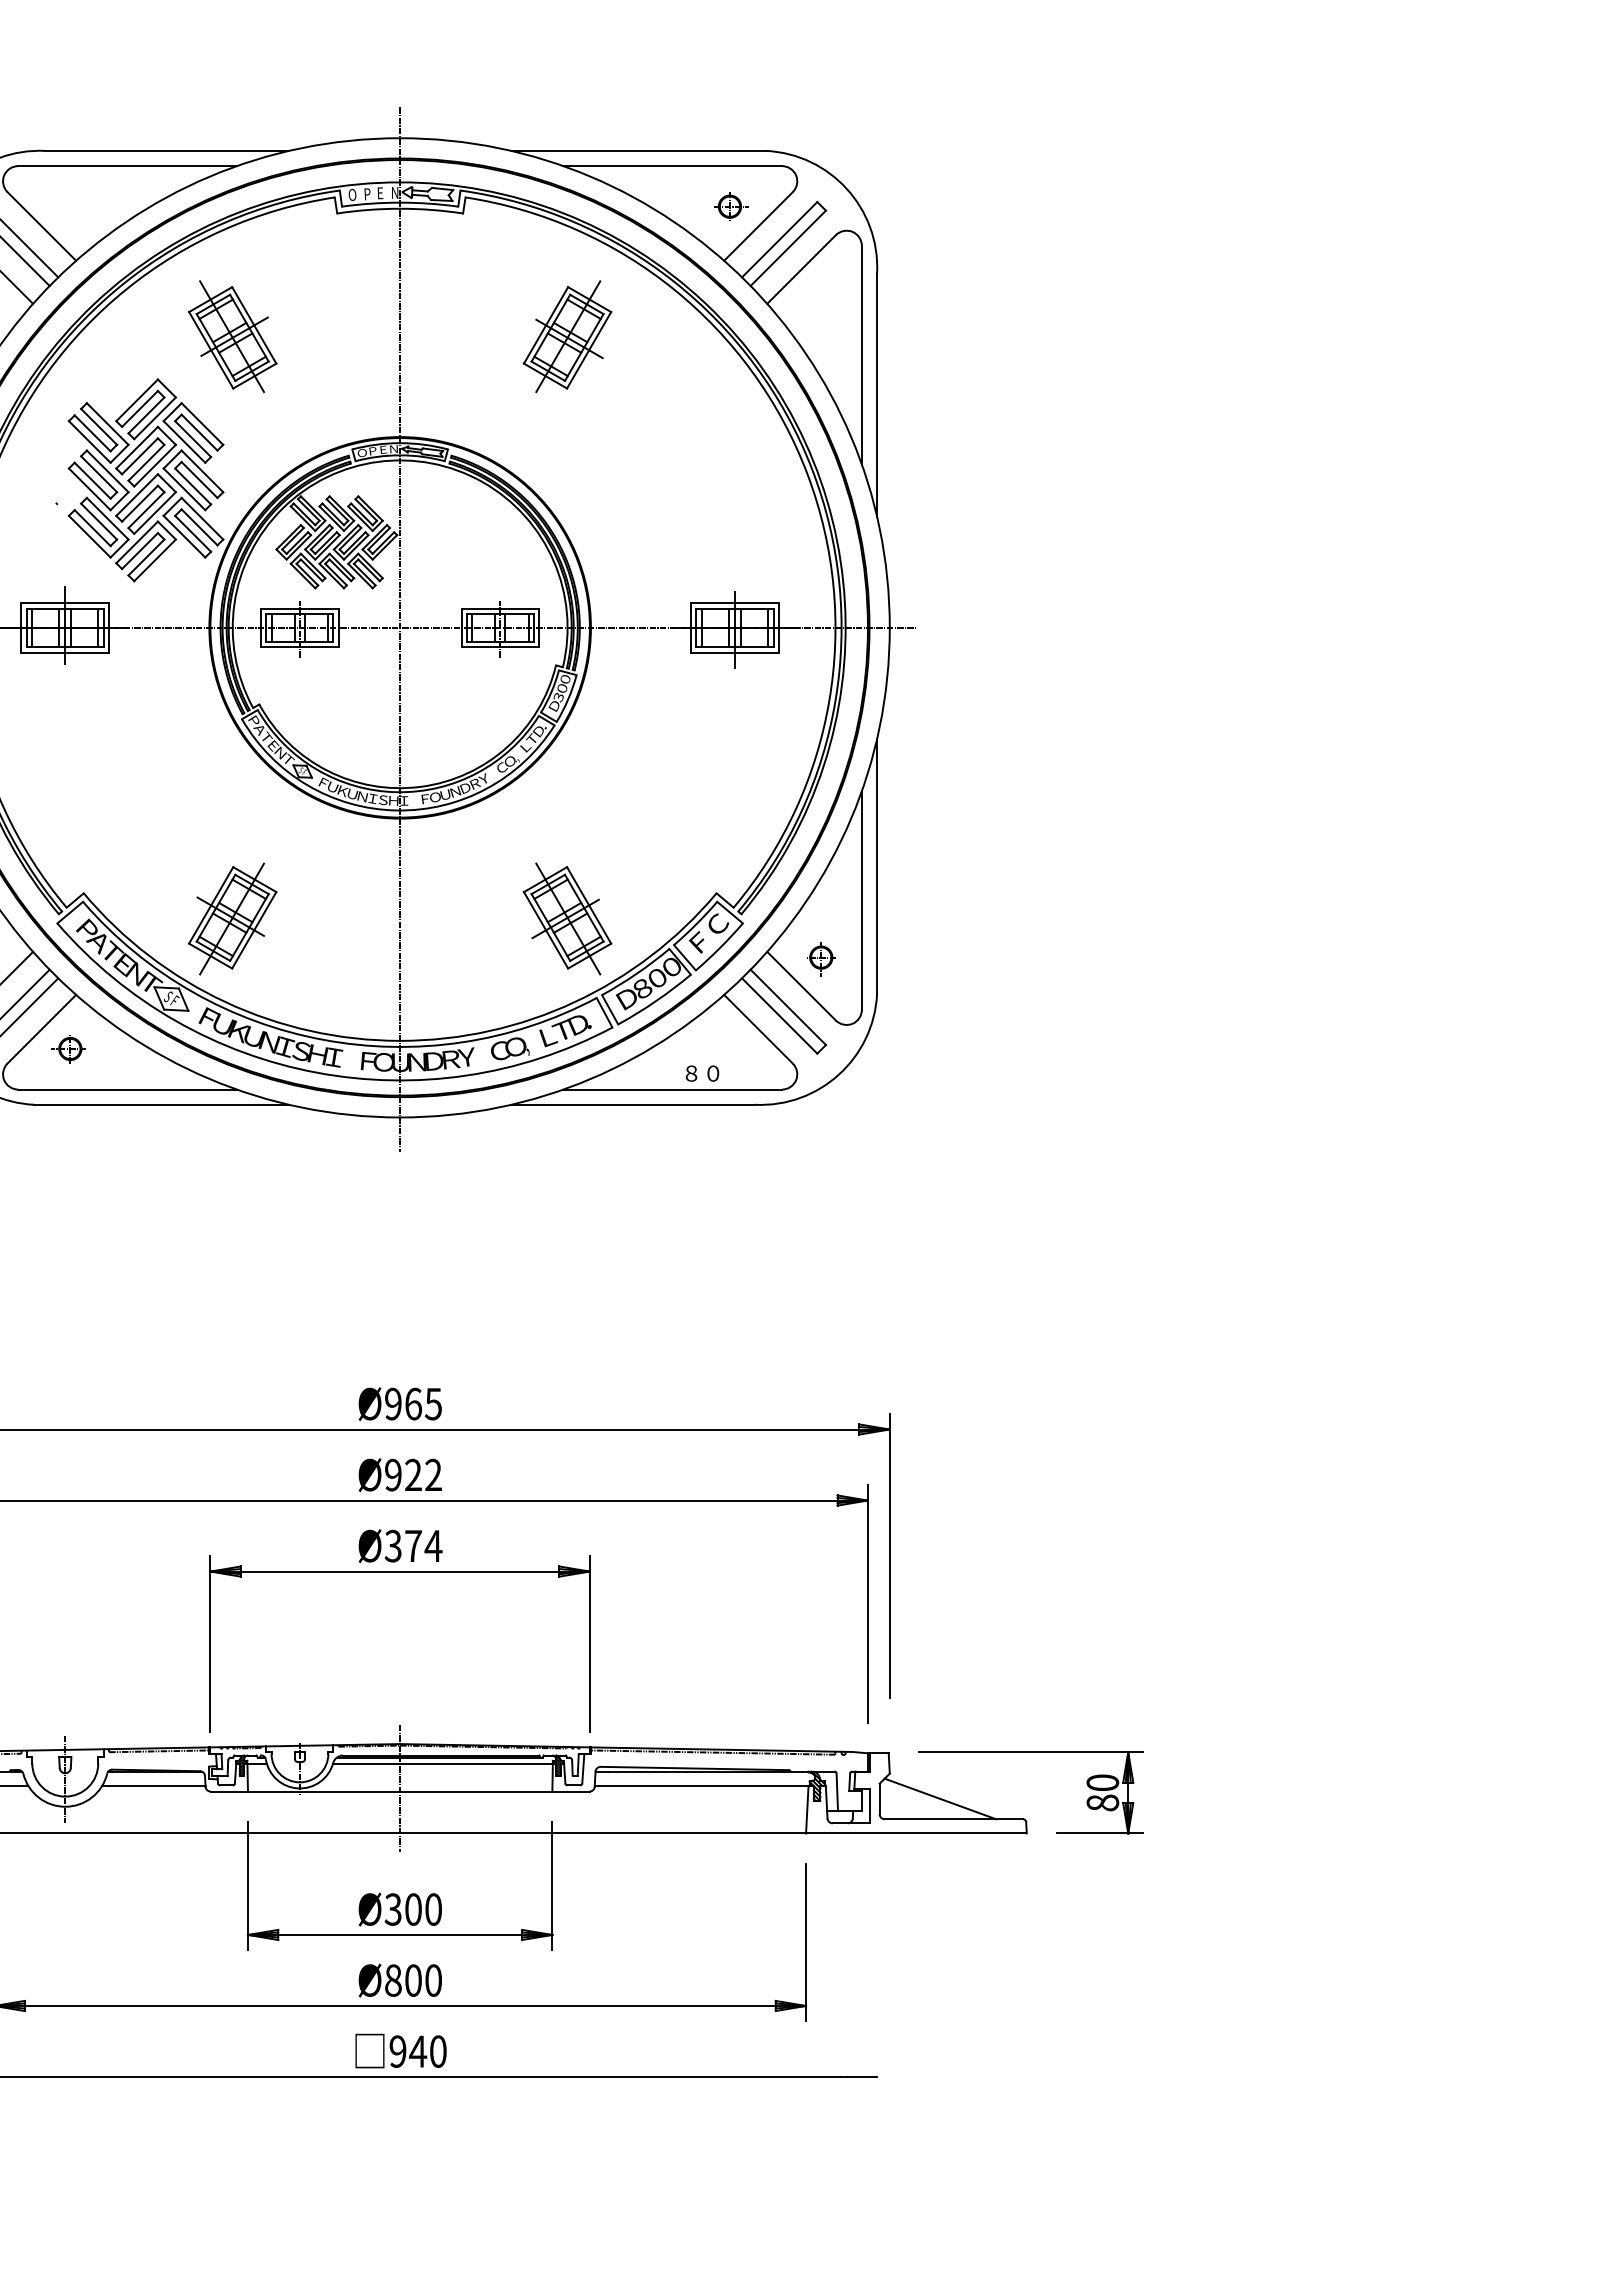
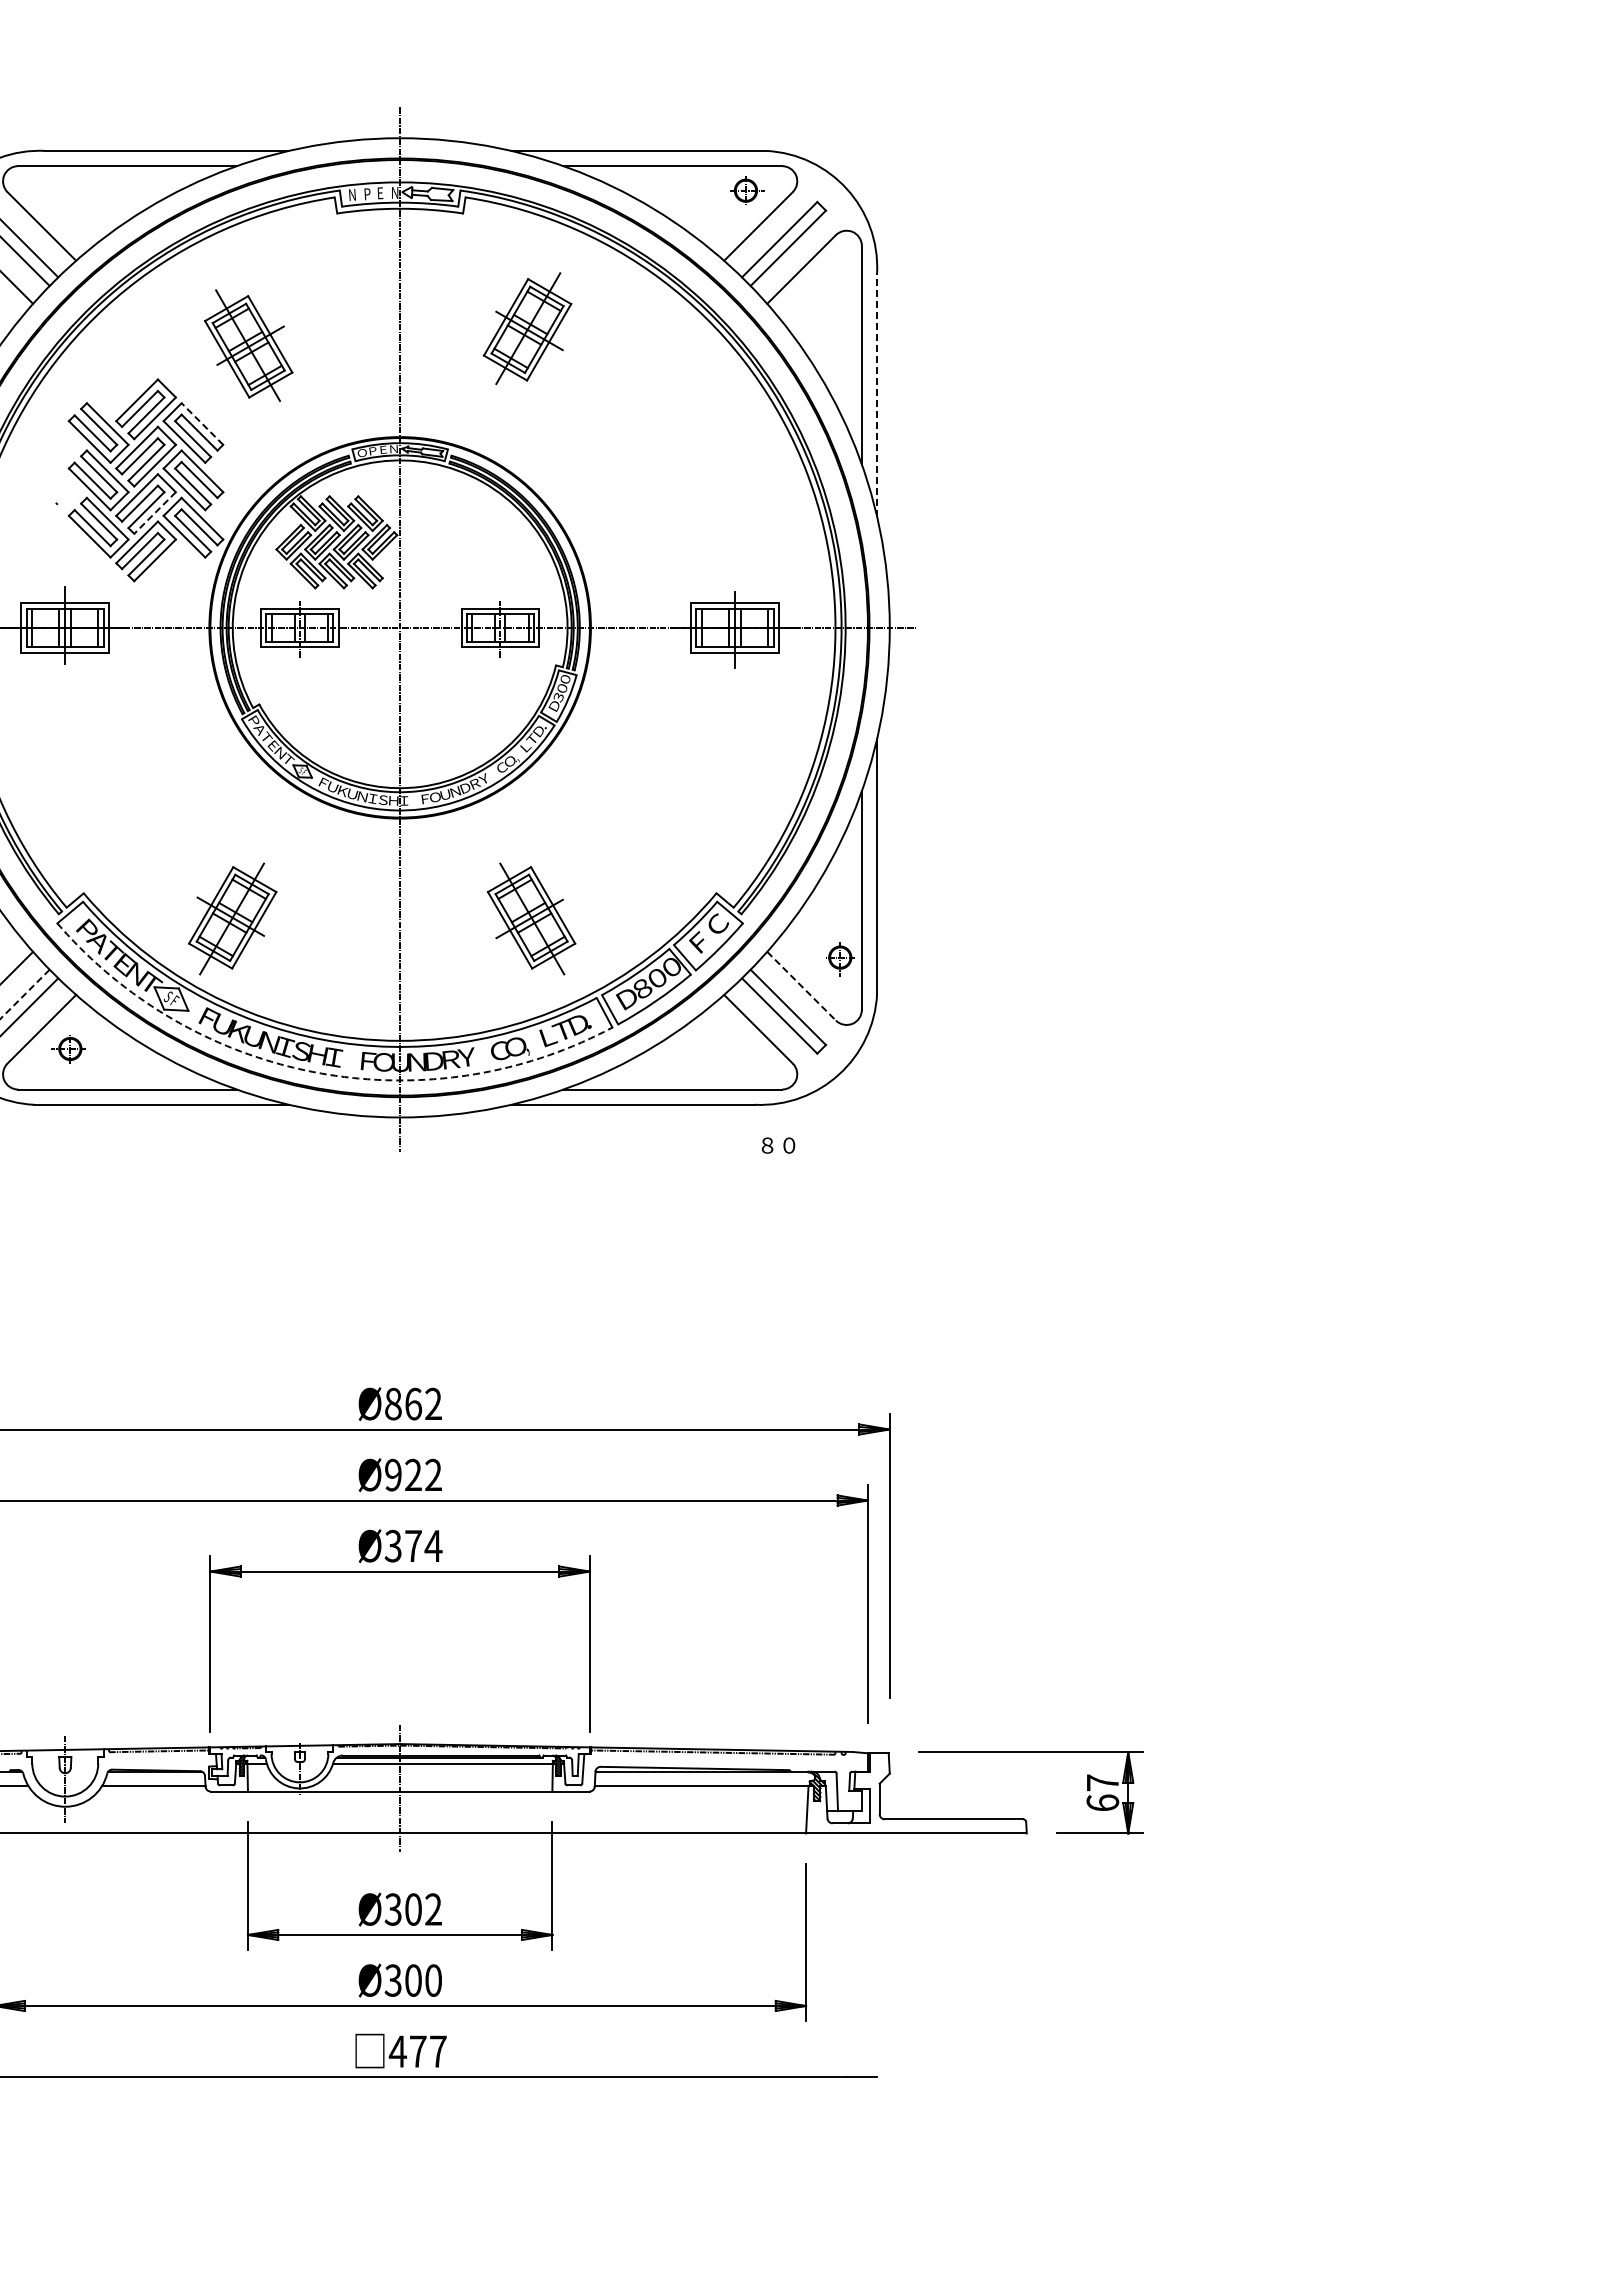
text at (352, 194): O -> N
part at (731, 206) position: (731, 206) -> (747, 190)
part at (232, 336) position: (232, 336) -> (248, 345)
part at (567, 336) position: (567, 336) -> (527, 328)
line at (877, 394): solid -> dashed
line at (202, 423): solid -> dashed
line at (154, 513): solid -> dashed
part at (567, 918) position: (567, 918) -> (531, 918)
part at (821, 959) position: (821, 959) -> (840, 959)
line at (801, 986): solid -> dashed
line at (25, 994): solid -> dashed
arc at (316, 1072): solid -> dashed
text at (702, 1073) position: (702, 1073) -> (778, 1145)
text at (413, 1403): Ø965 -> Ø862
text at (1102, 1792): 80 -> 67
line at (940, 1798): present -> none
text at (433, 1909): Ø300 -> Ø302
text at (392, 1980): Ø800 -> Ø300
text at (417, 2051): 940 -> 477
